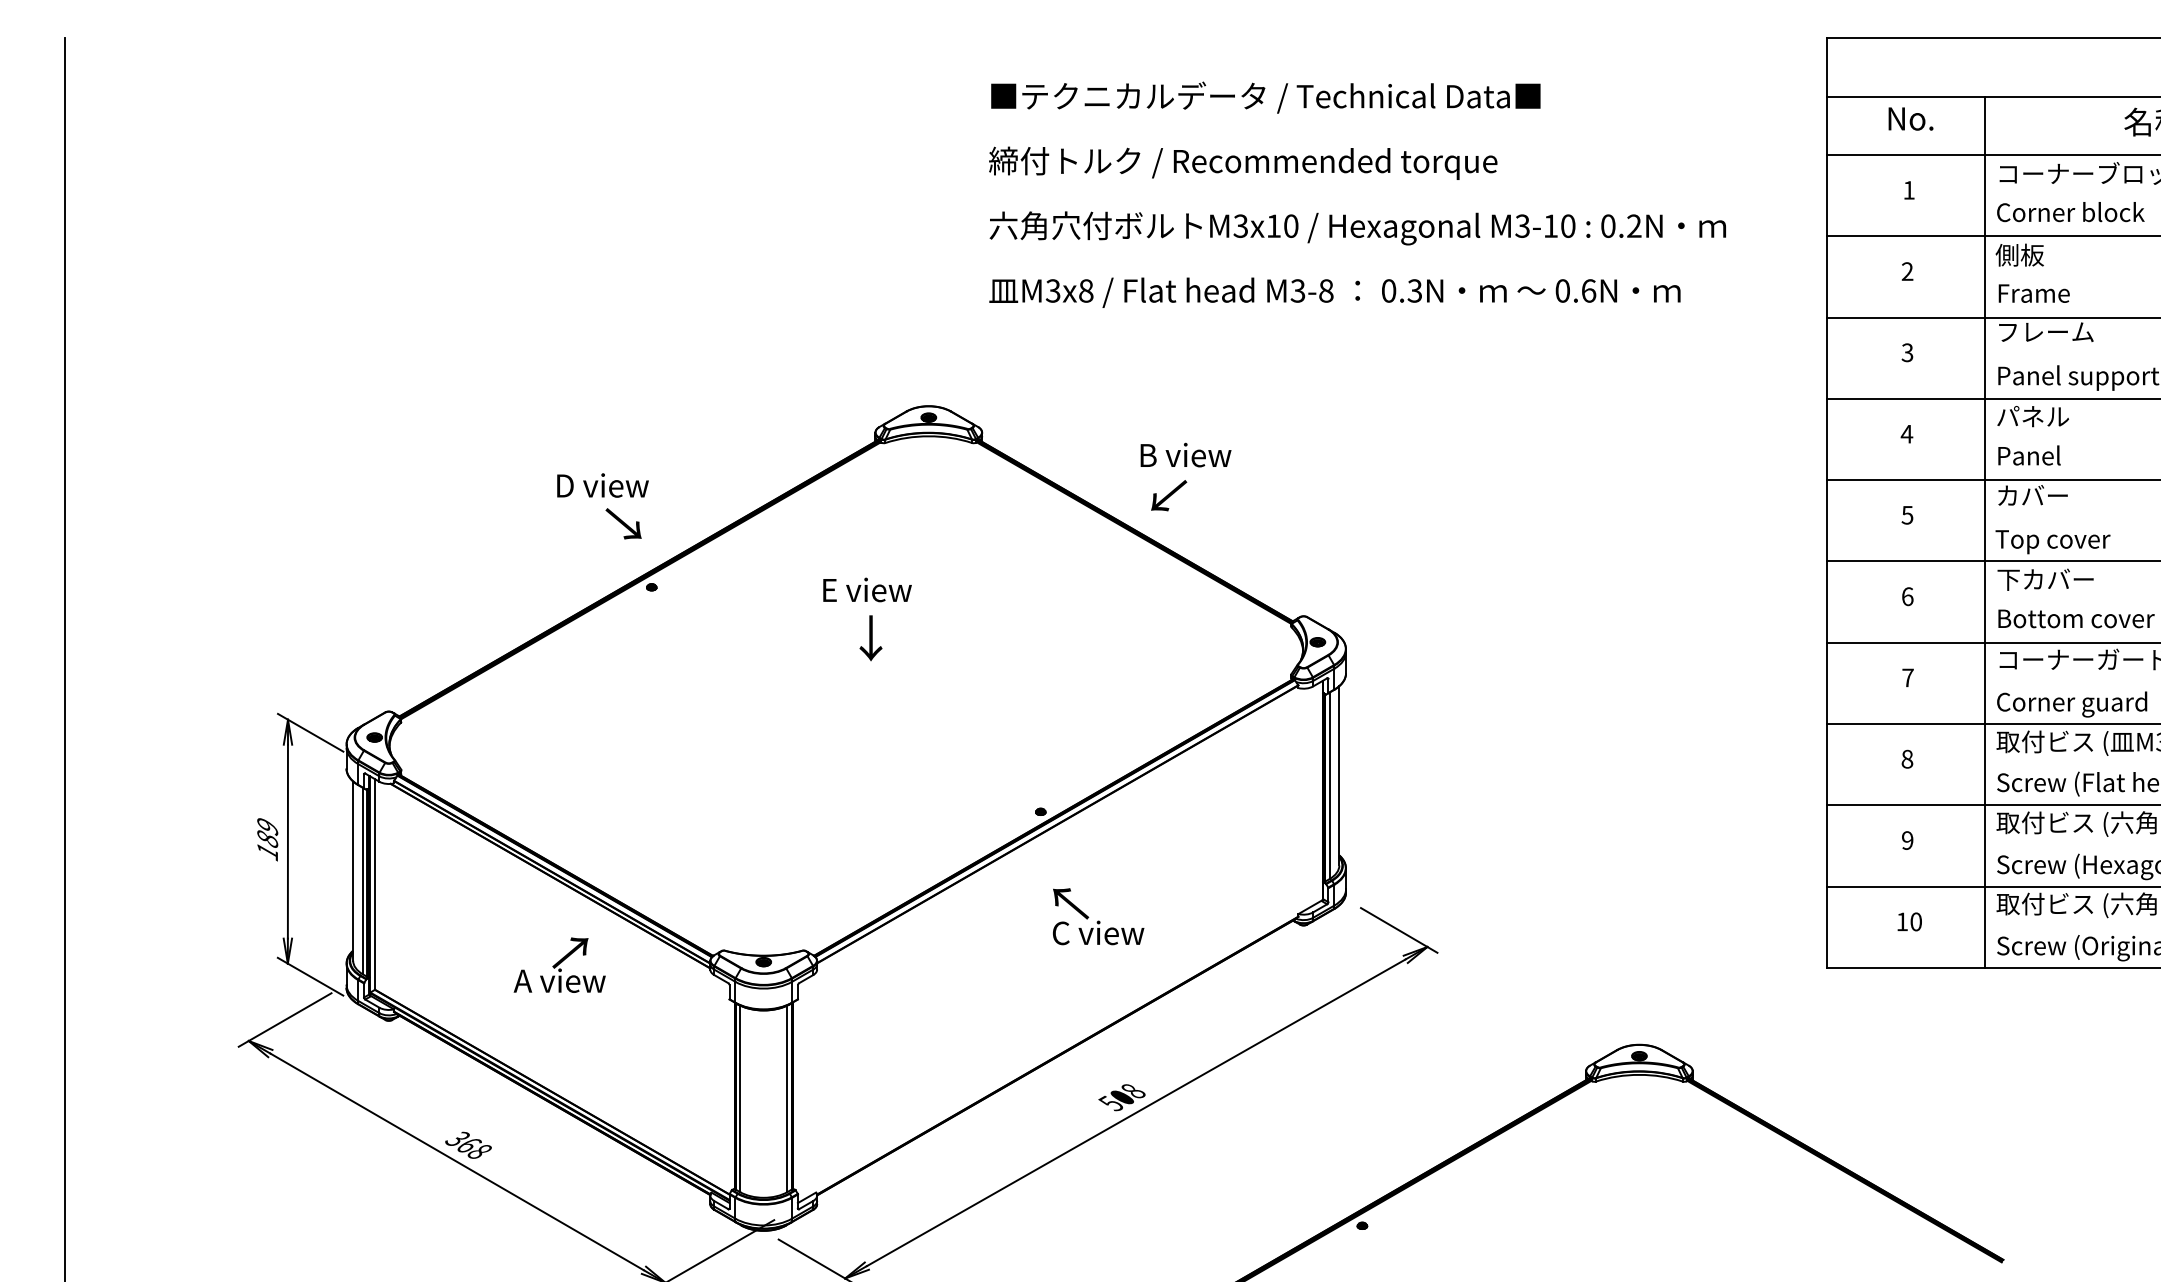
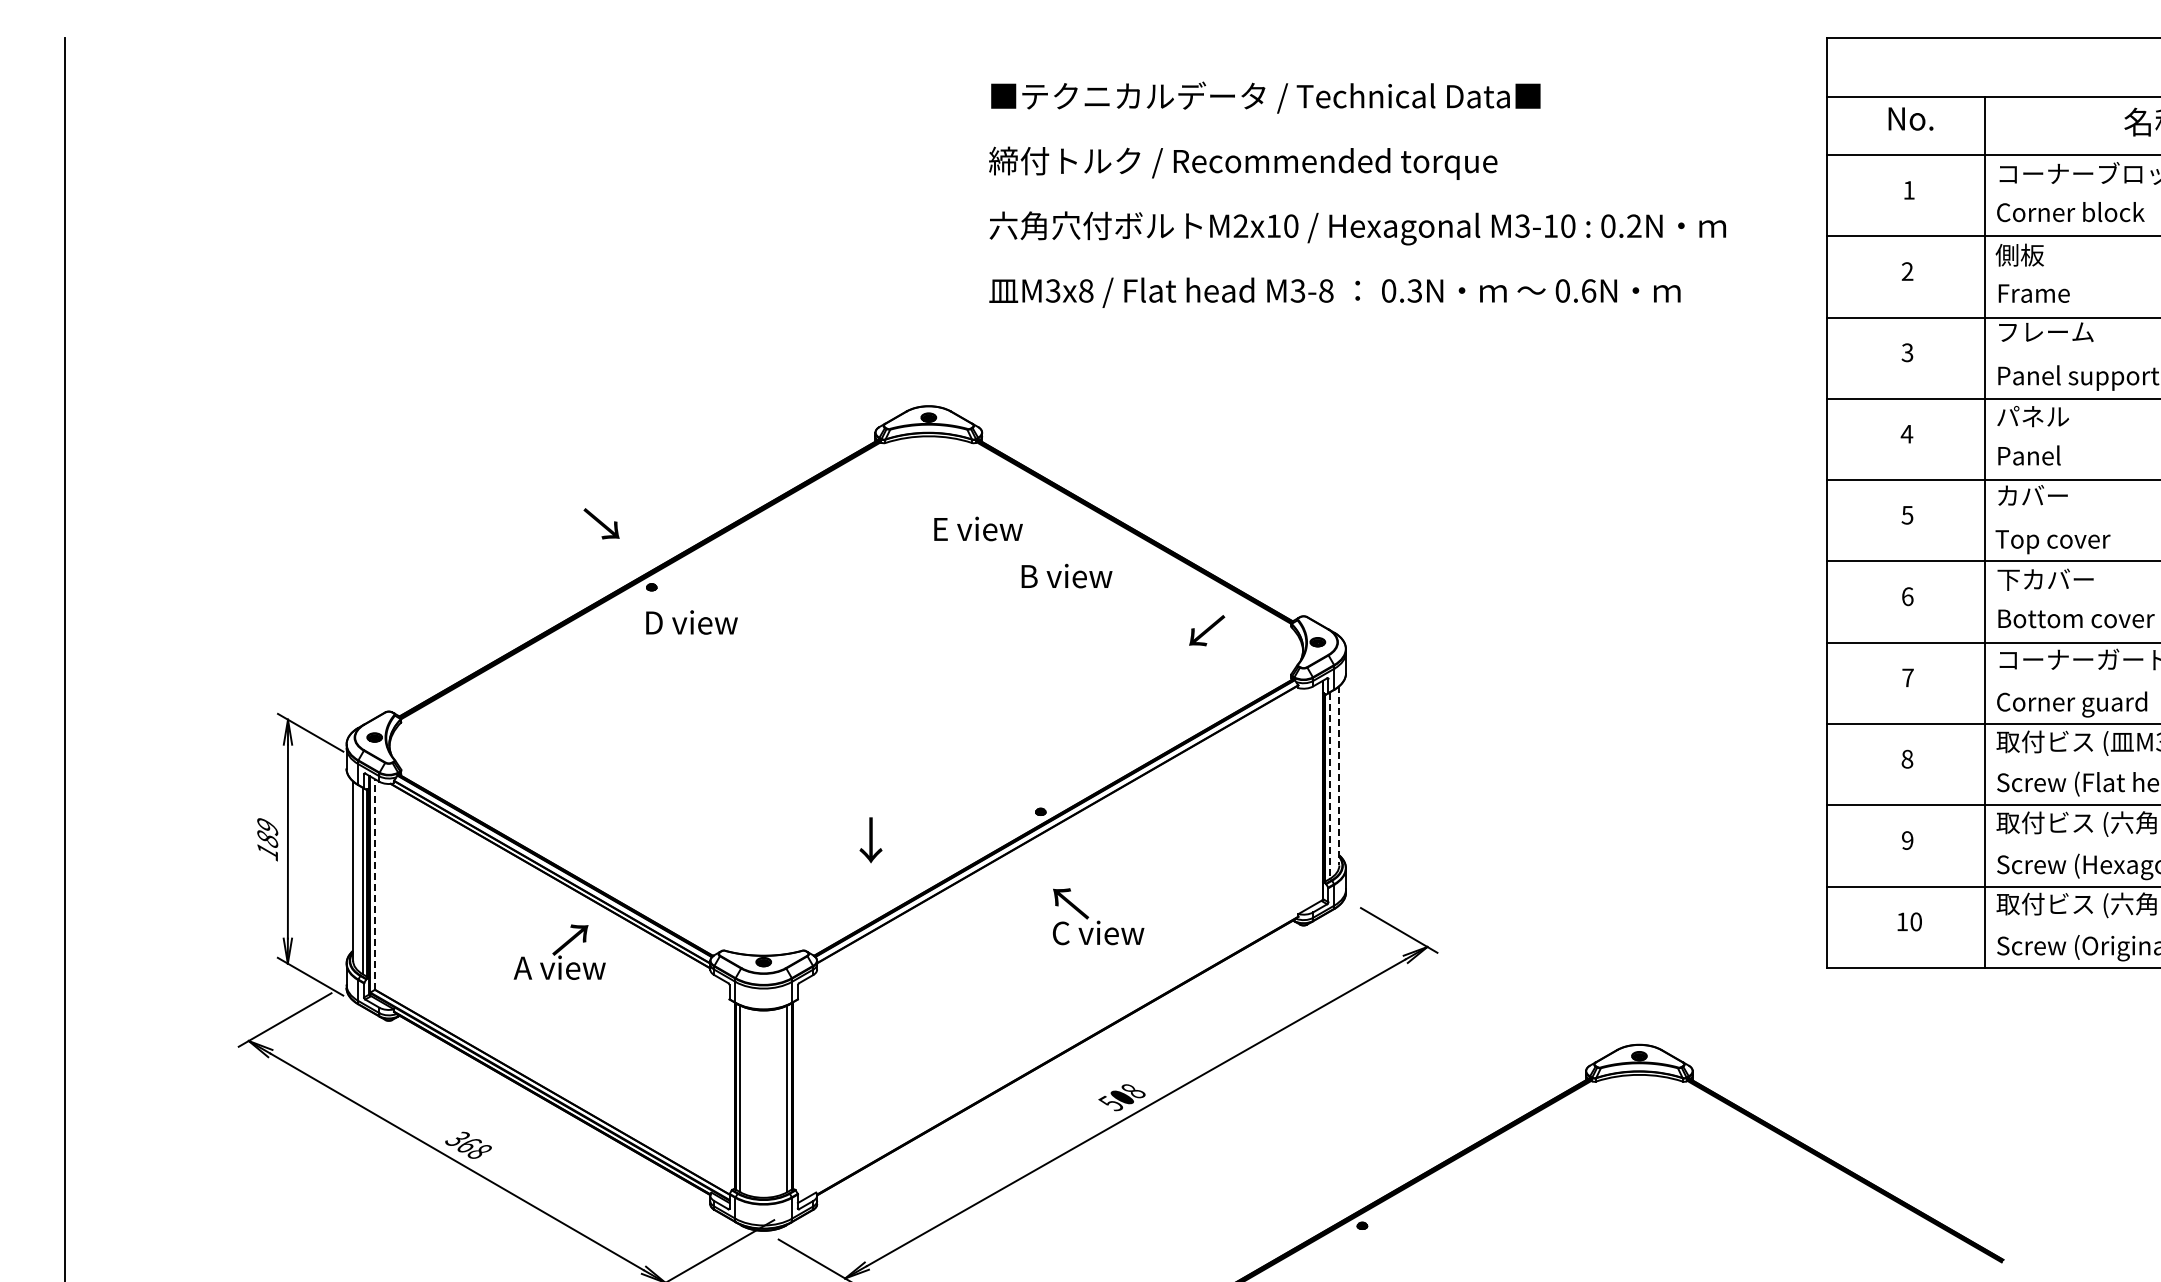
text at (1240, 226): M3x10 -> M2x10
text at (1185, 454) position: (1185, 454) -> (1066, 575)
text at (602, 485) position: (602, 485) -> (691, 622)
text at (1169, 495) position: (1169, 495) -> (1207, 630)
text at (623, 523) position: (623, 523) -> (601, 523)
text at (867, 589) position: (867, 589) -> (978, 528)
text at (870, 638) position: (870, 638) -> (870, 840)
line at (1339, 775): solid -> dashed
line at (1329, 786): solid -> dashed
line at (375, 884): solid -> dashed
text at (559, 964) position: (559, 964) -> (559, 951)
